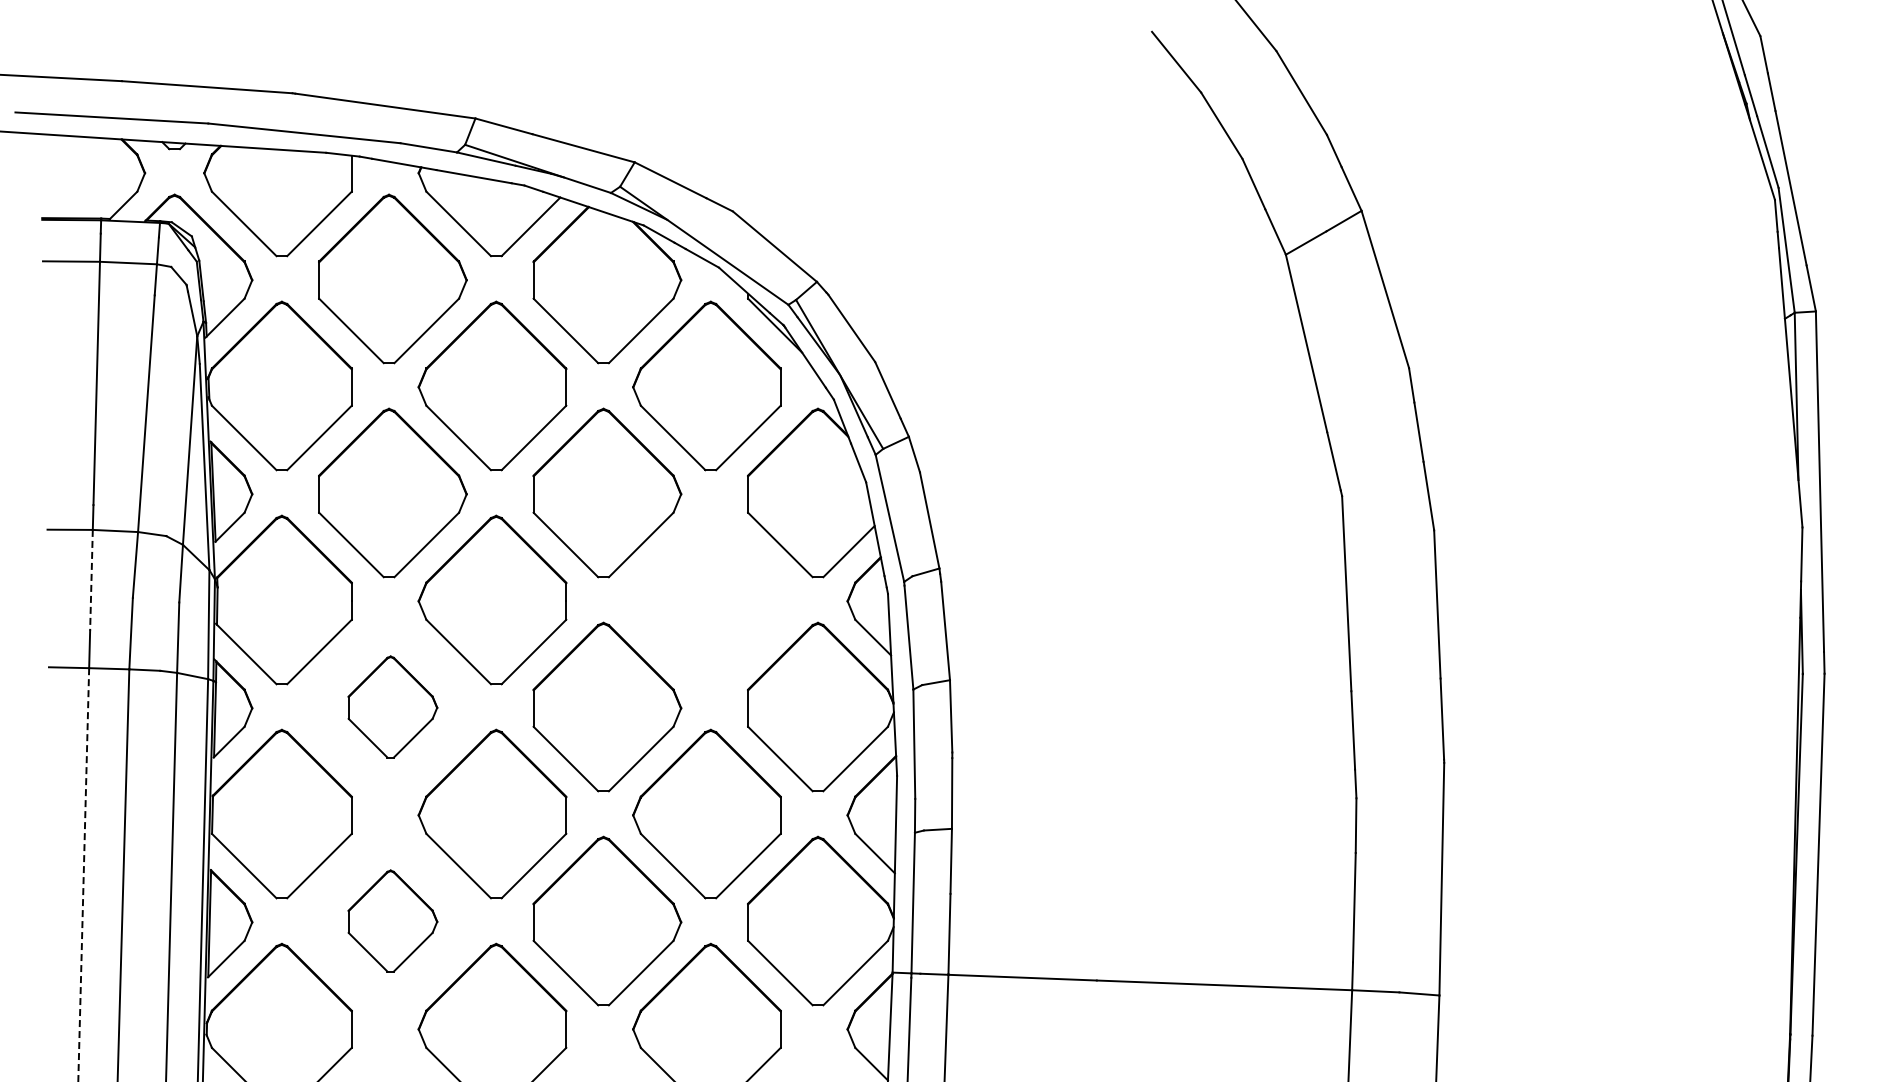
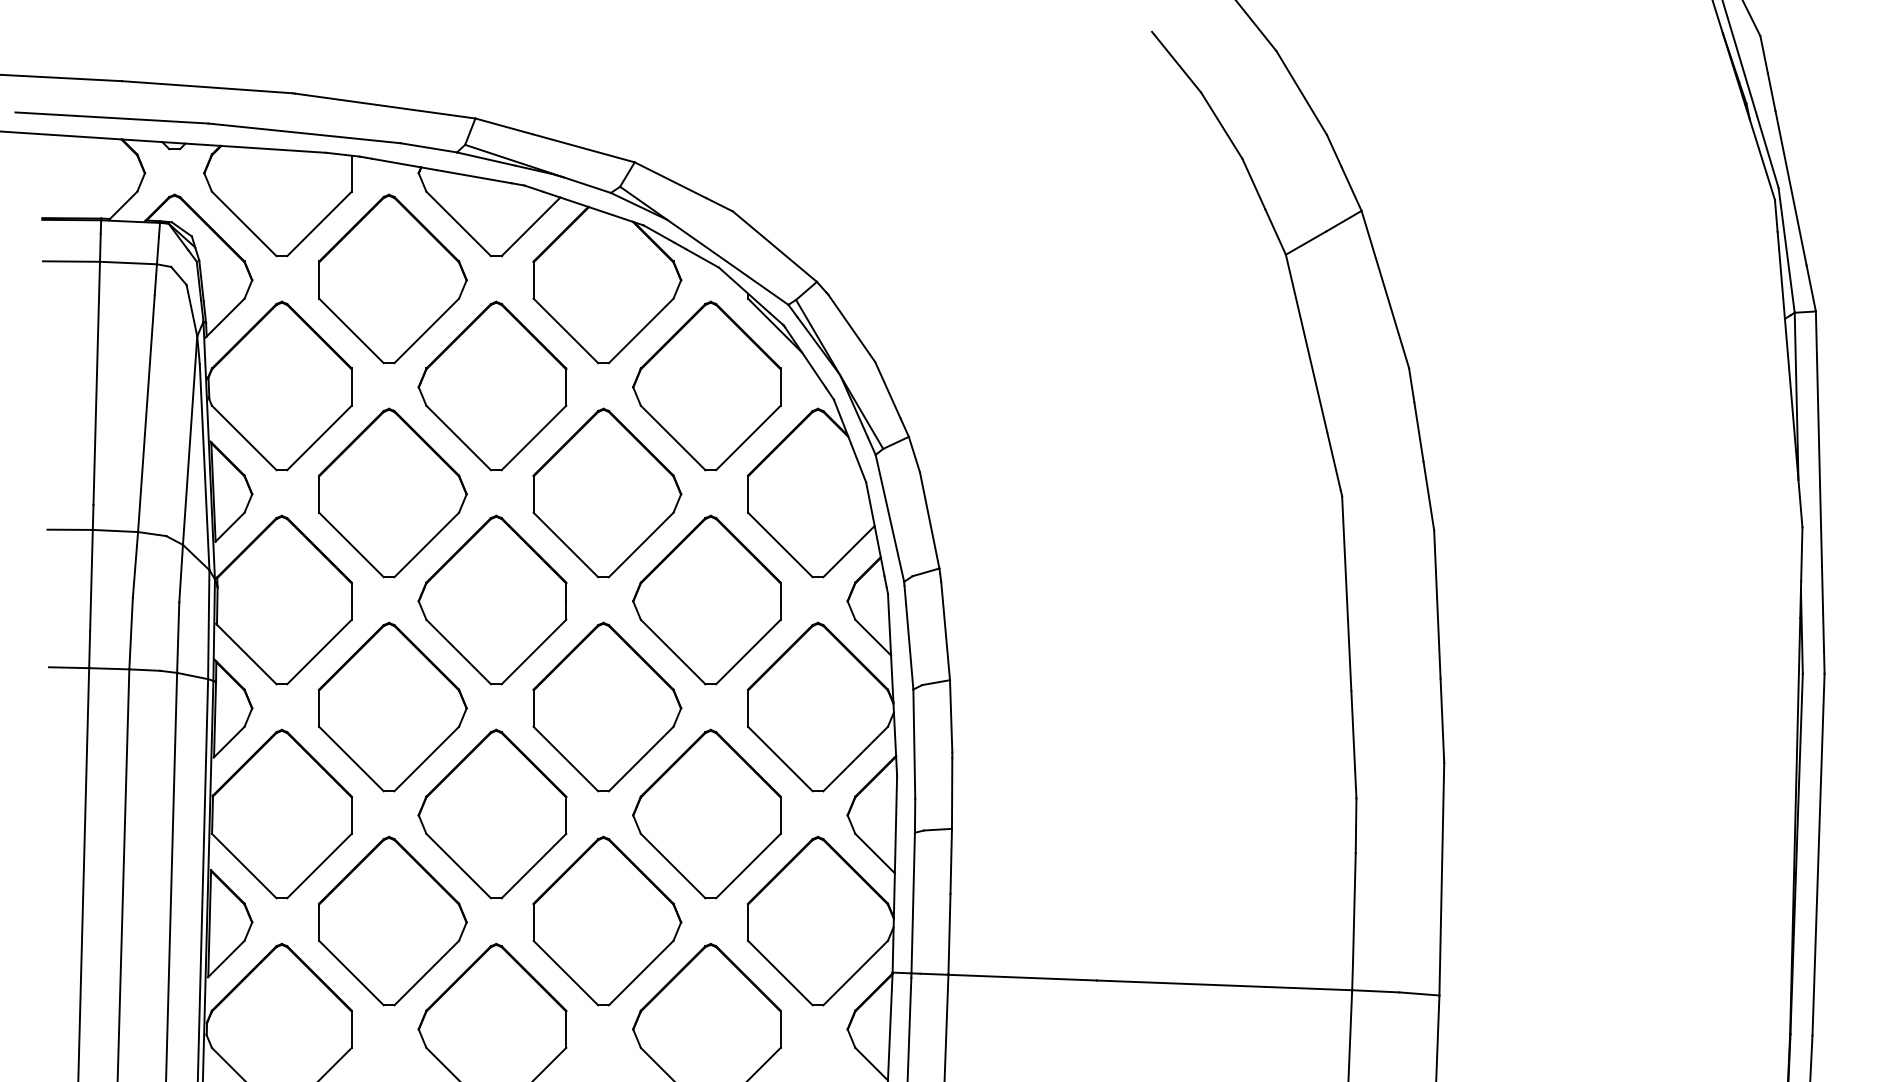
line at (91, 580): dashed -> solid
part at (706, 599): none -> present
part at (392, 706) size: 92x104 px -> 150x172 px
line at (83, 875): dashed -> solid
part at (392, 920) size: 92x104 px -> 150x172 px
